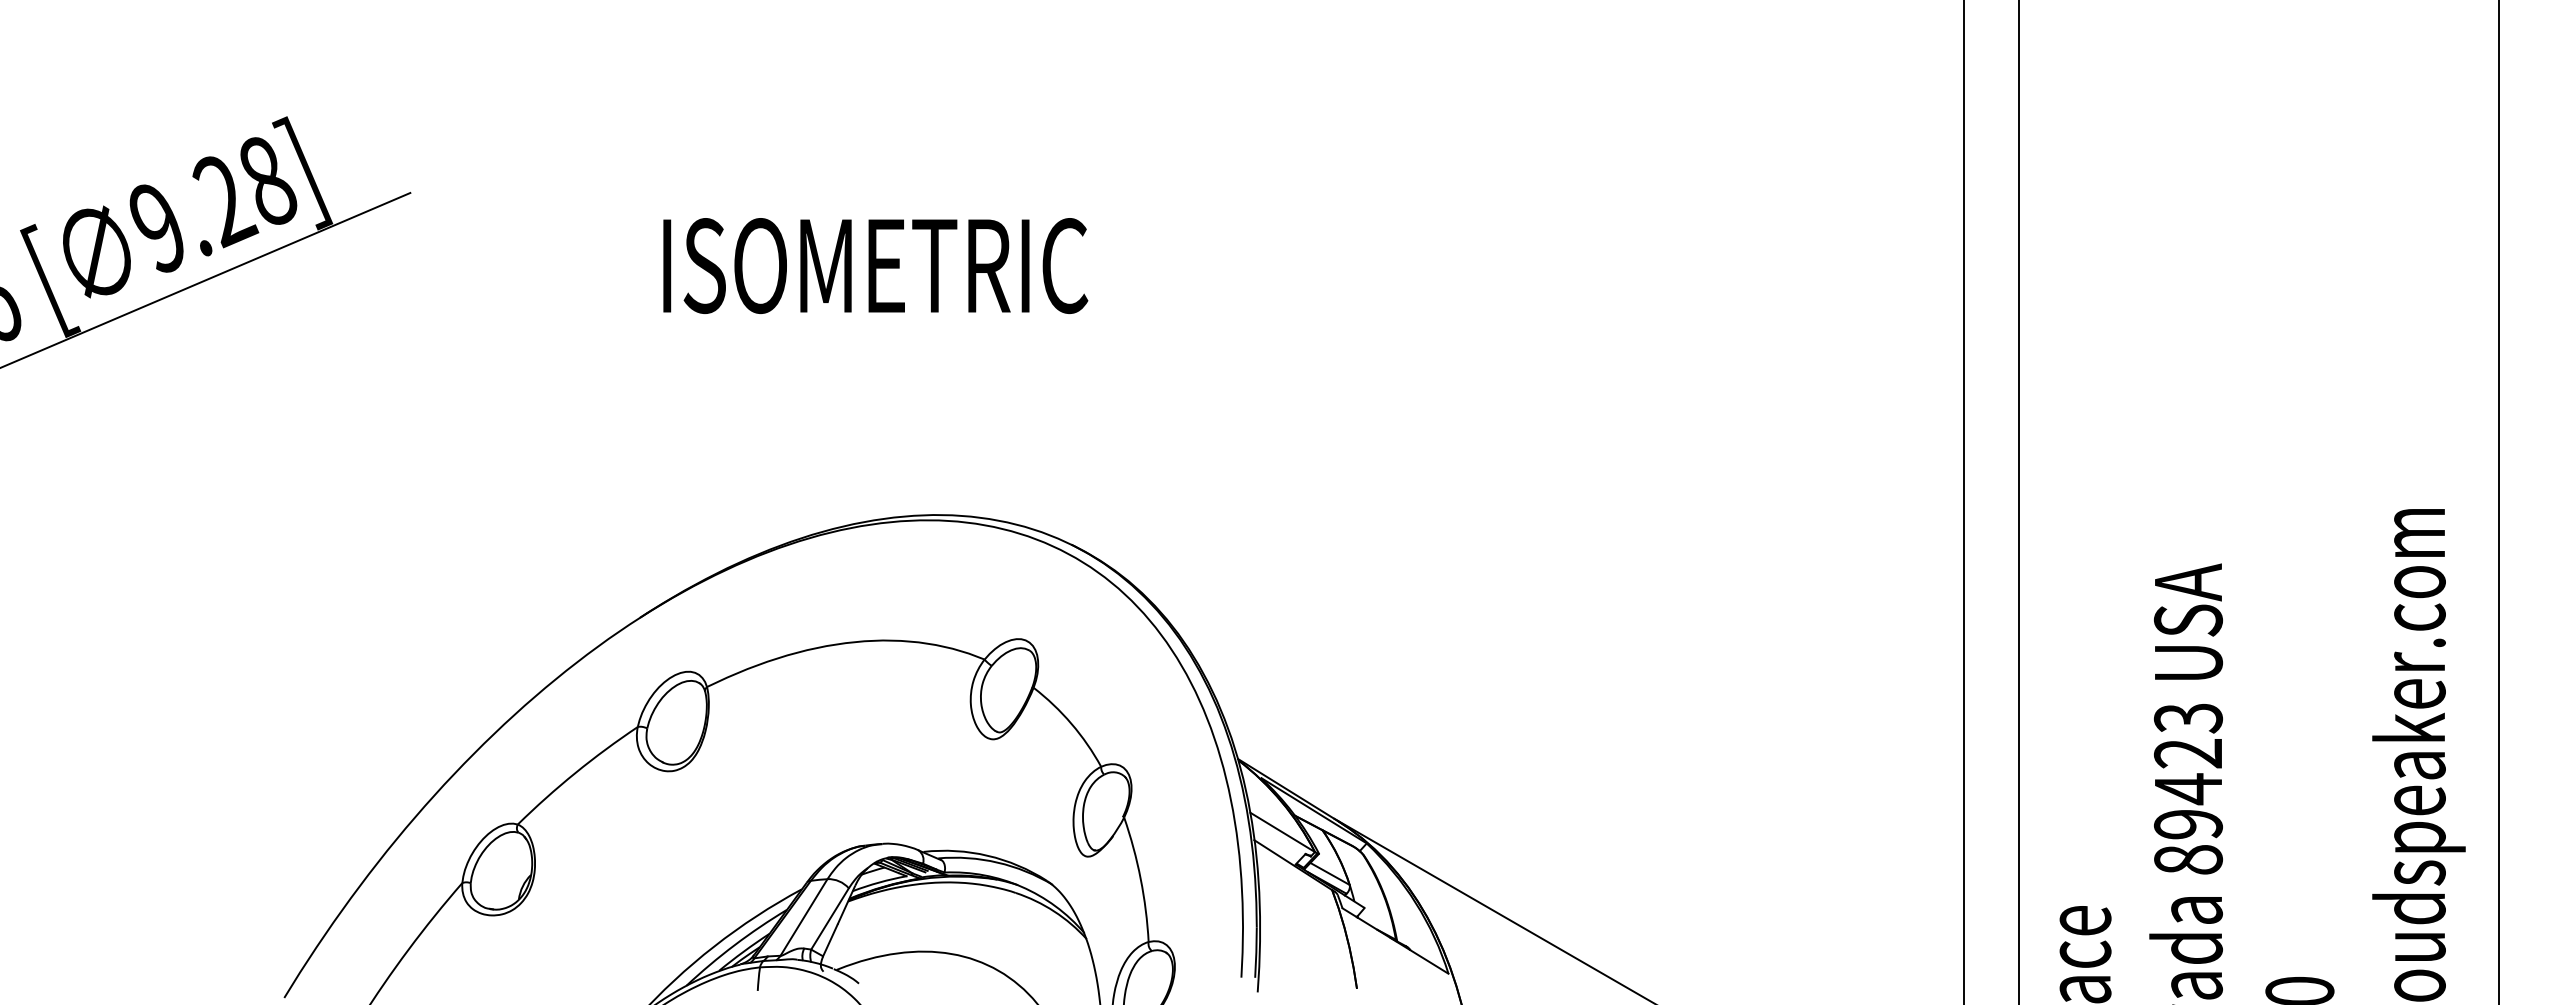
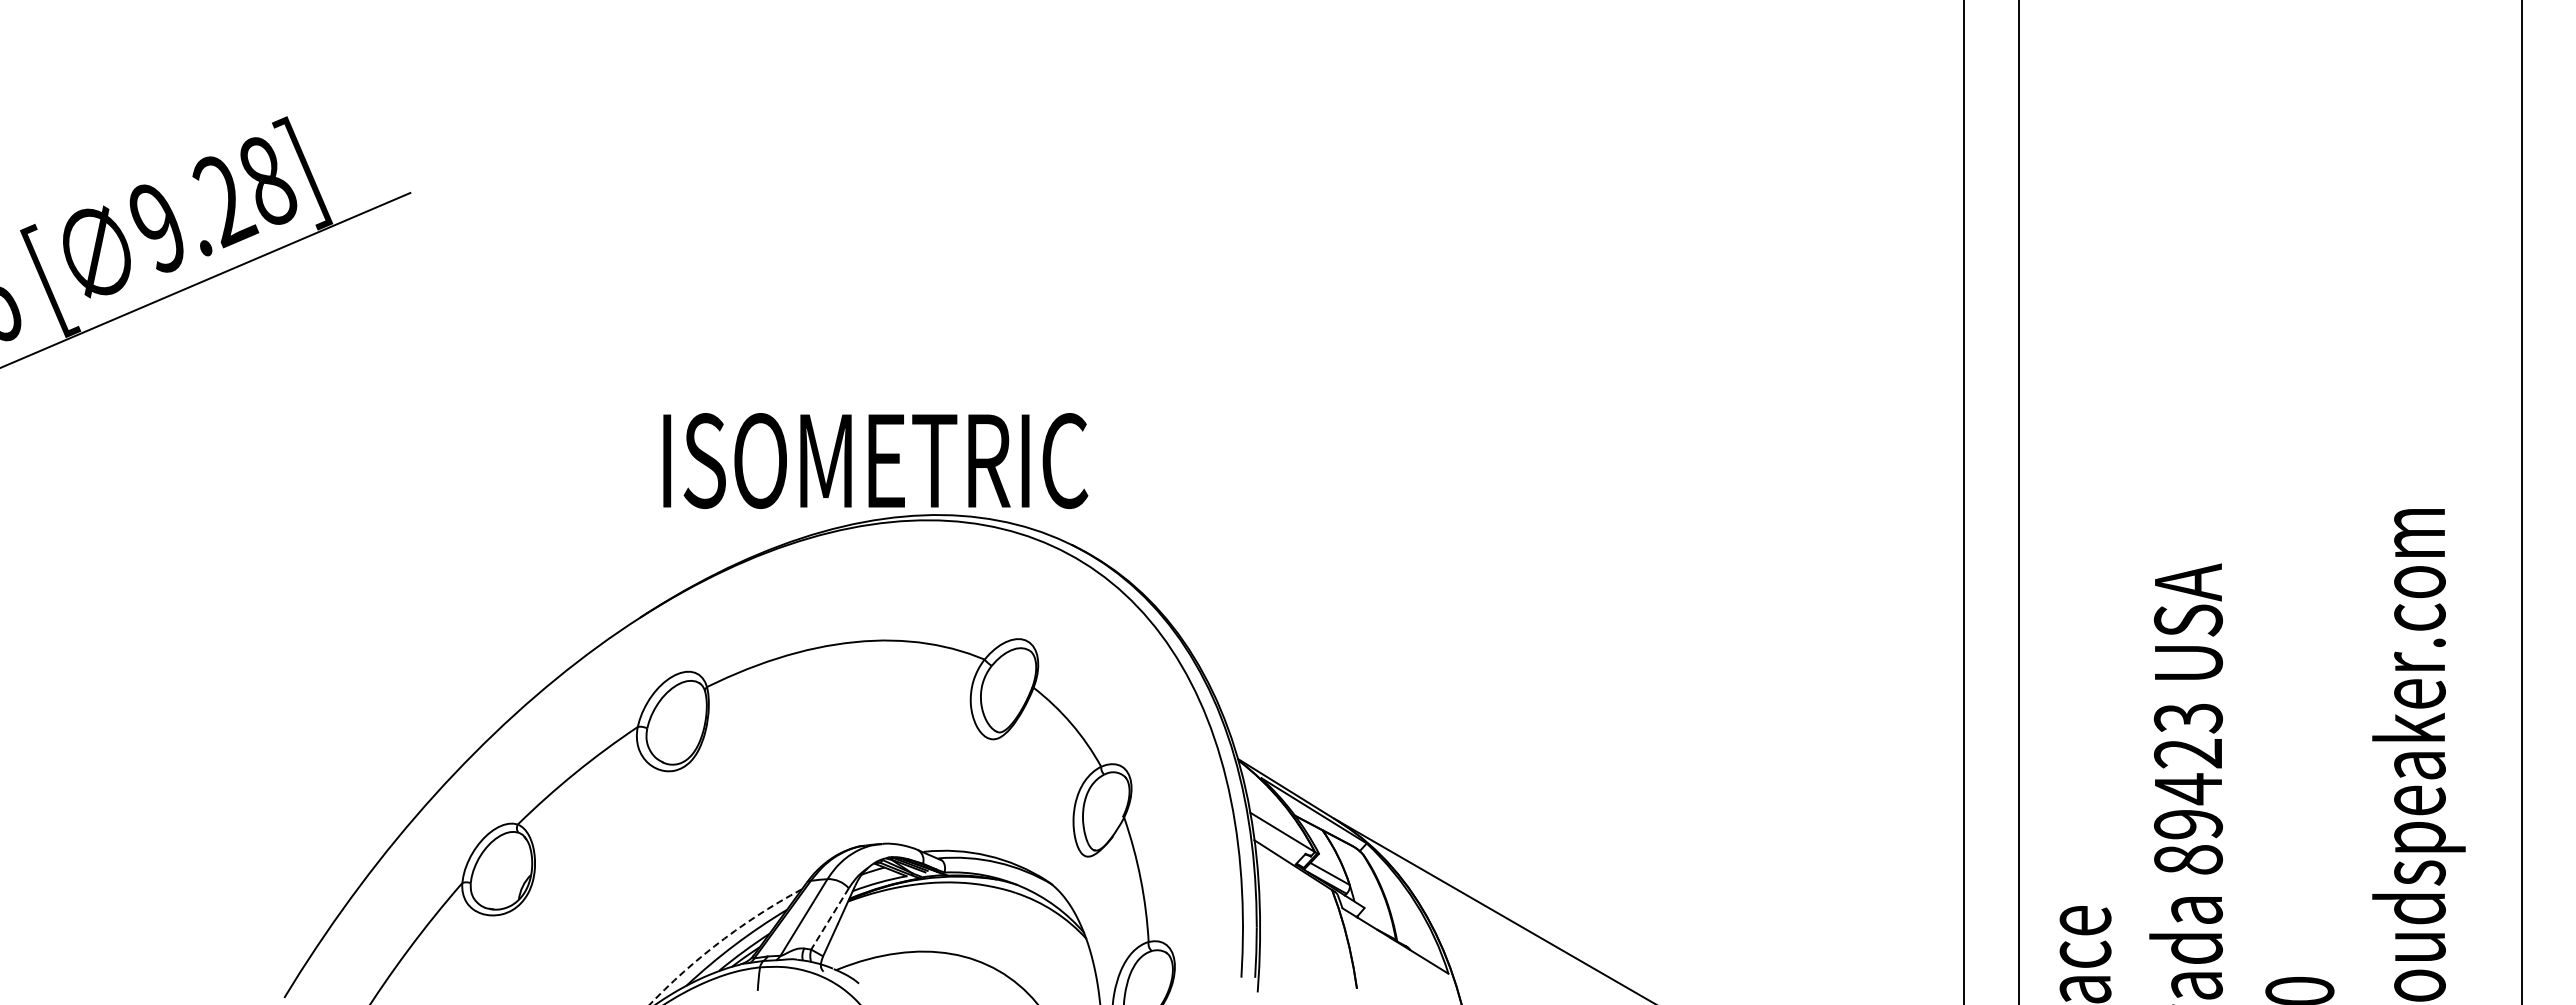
text at (875, 265) position: (875, 265) -> (875, 460)
line at (2498, 501) position: (2498, 501) -> (2521, 501)
line at (830, 918): solid -> dashed
arc at (721, 941): solid -> dashed
